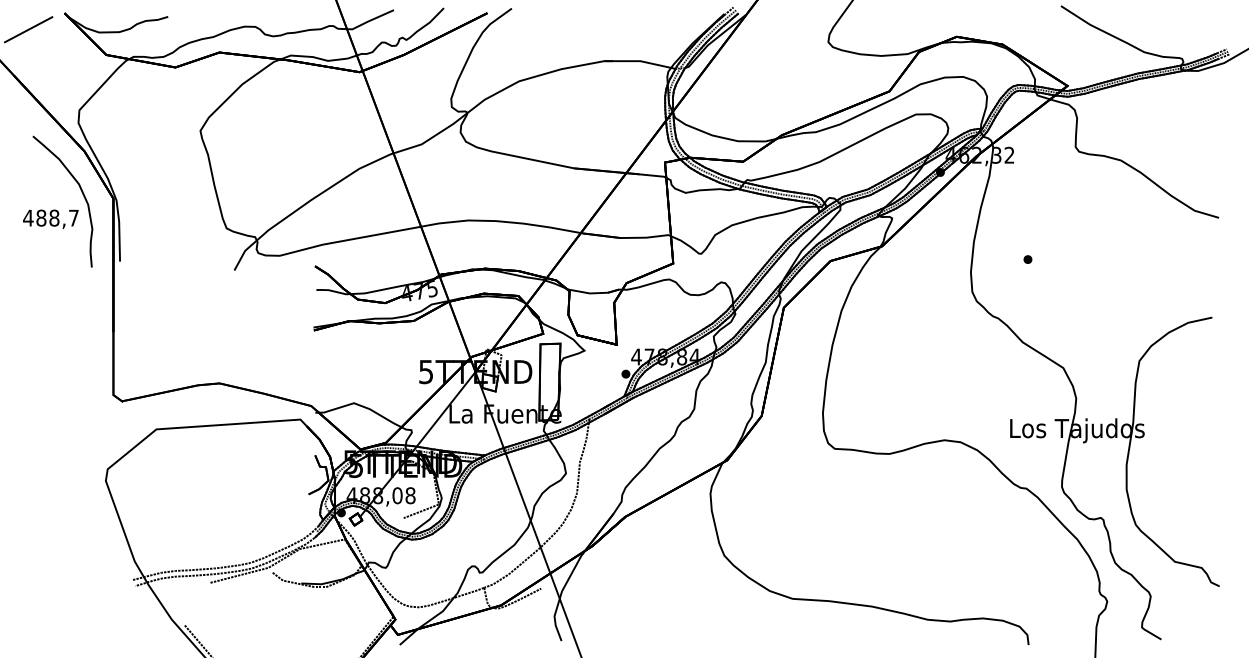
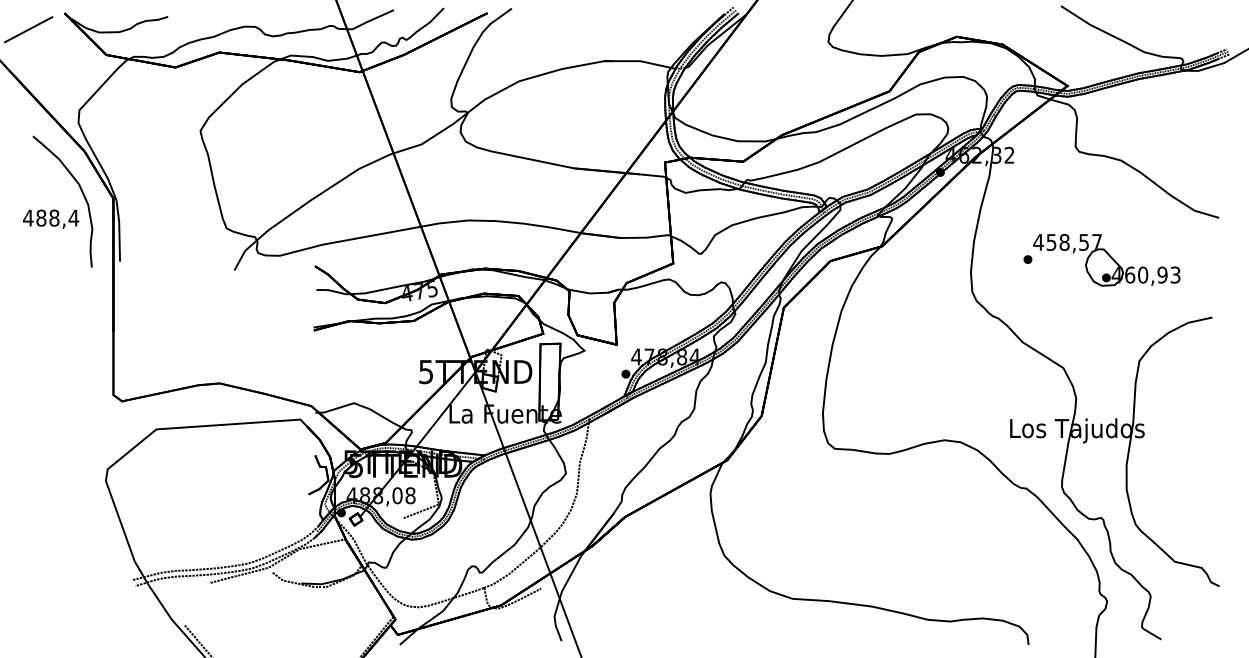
text at (73, 217): 488,7 -> 488,4
part at (1106, 260): none -> present
